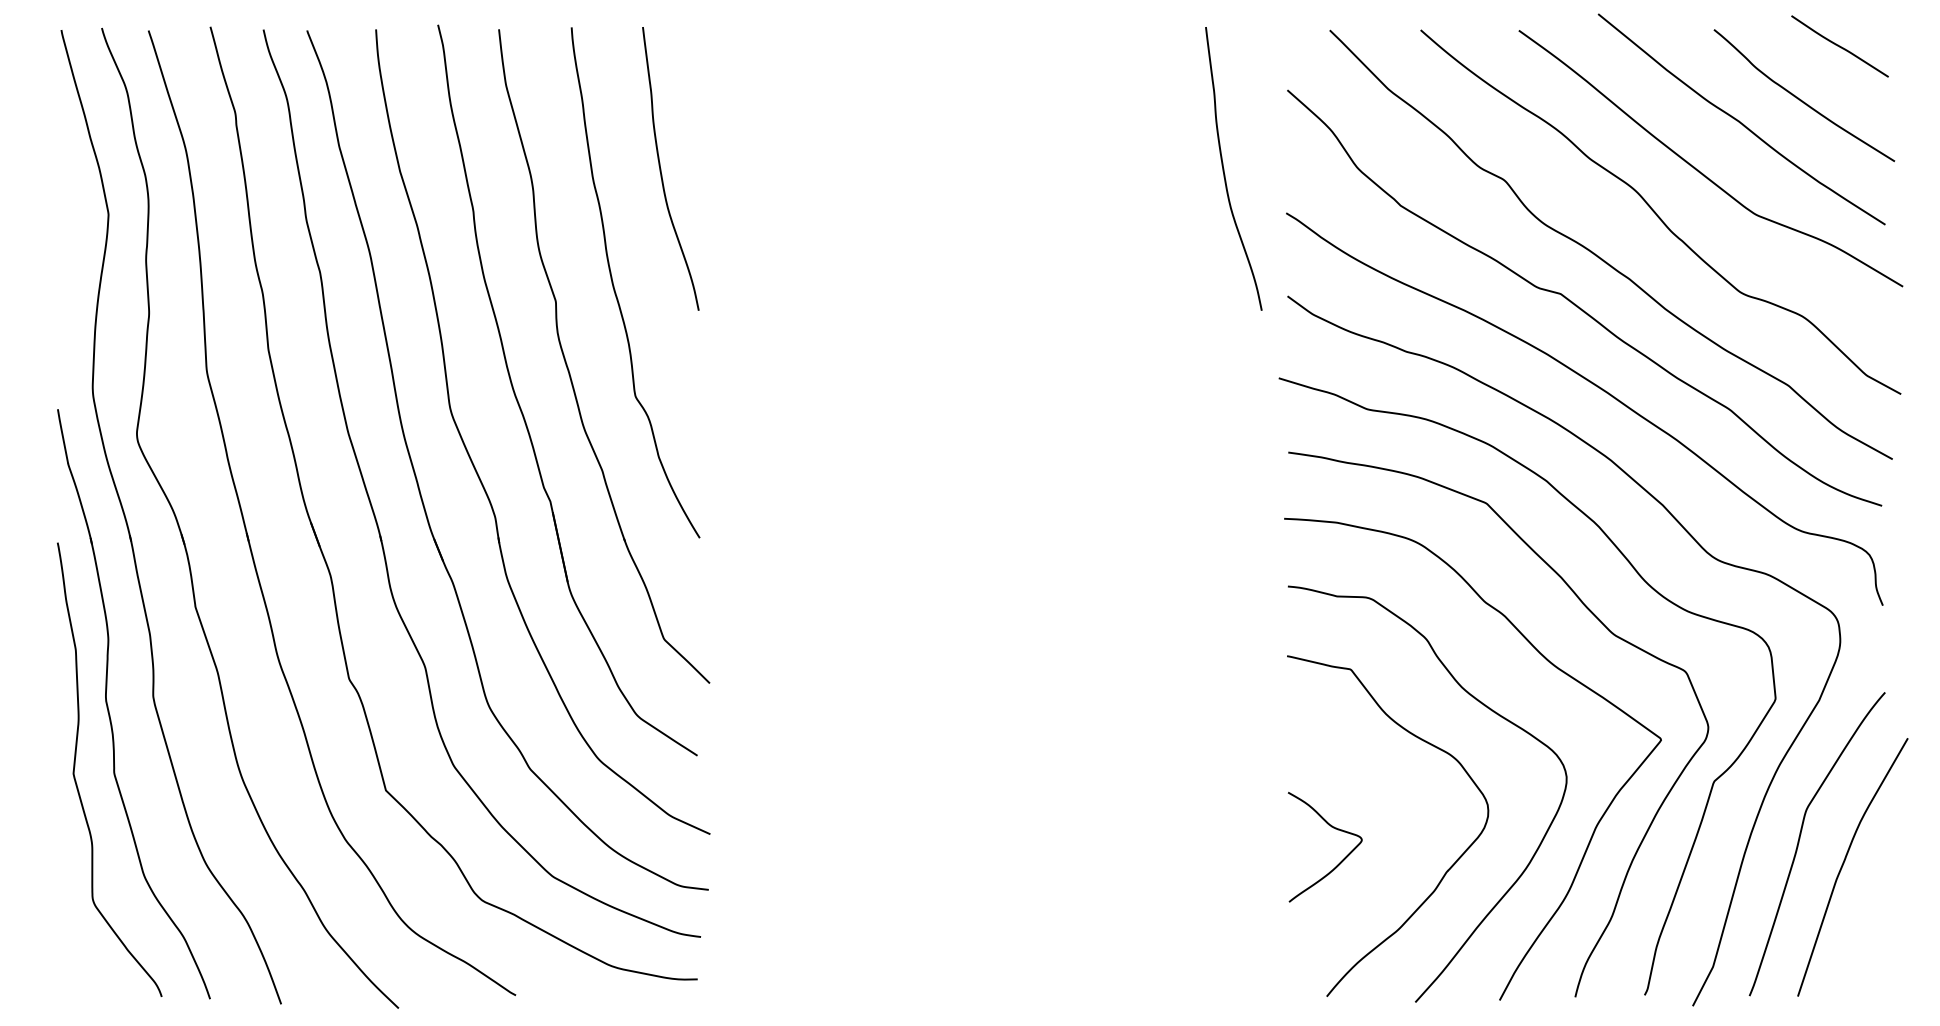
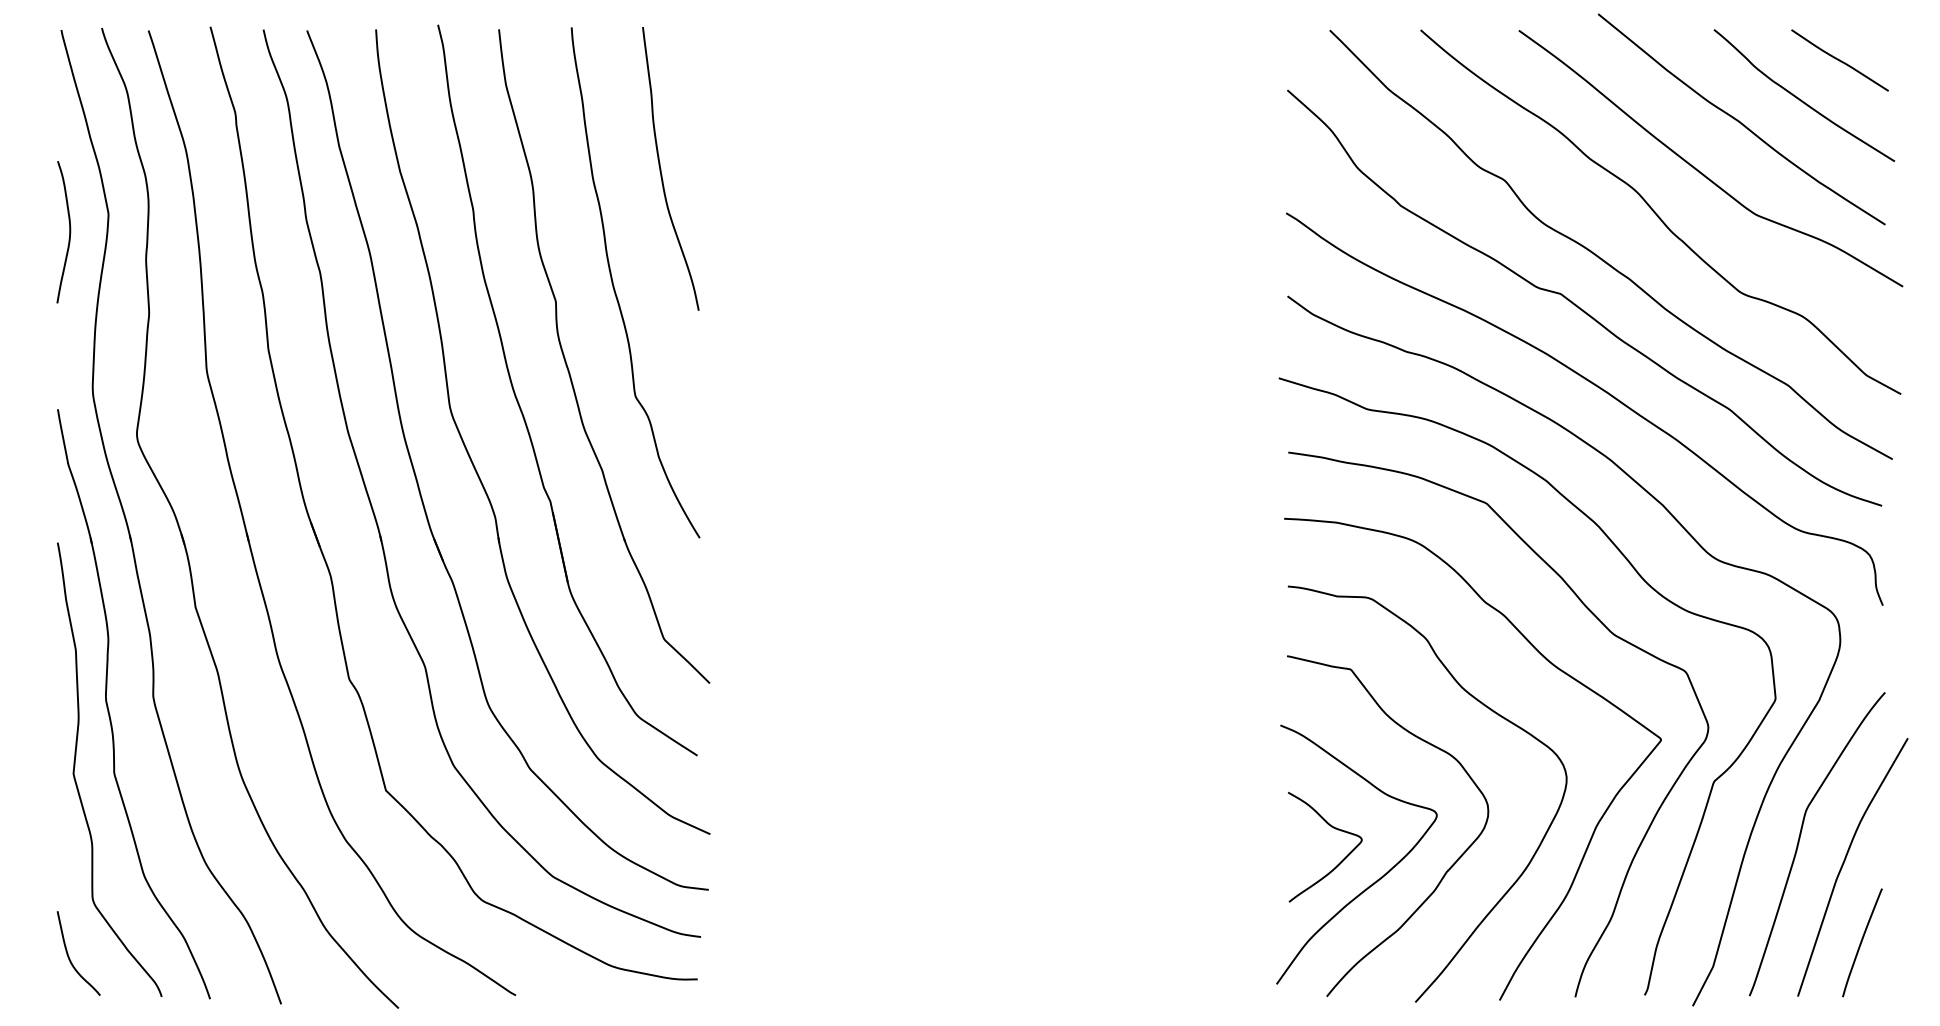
curve at (1839, 46) position: (1839, 46) -> (1839, 60)
curve at (1224, 168): present -> none
curve at (69, 232): none -> present
curve at (1377, 879): none -> present
curve at (1862, 942): none -> present
curve at (70, 958): none -> present
